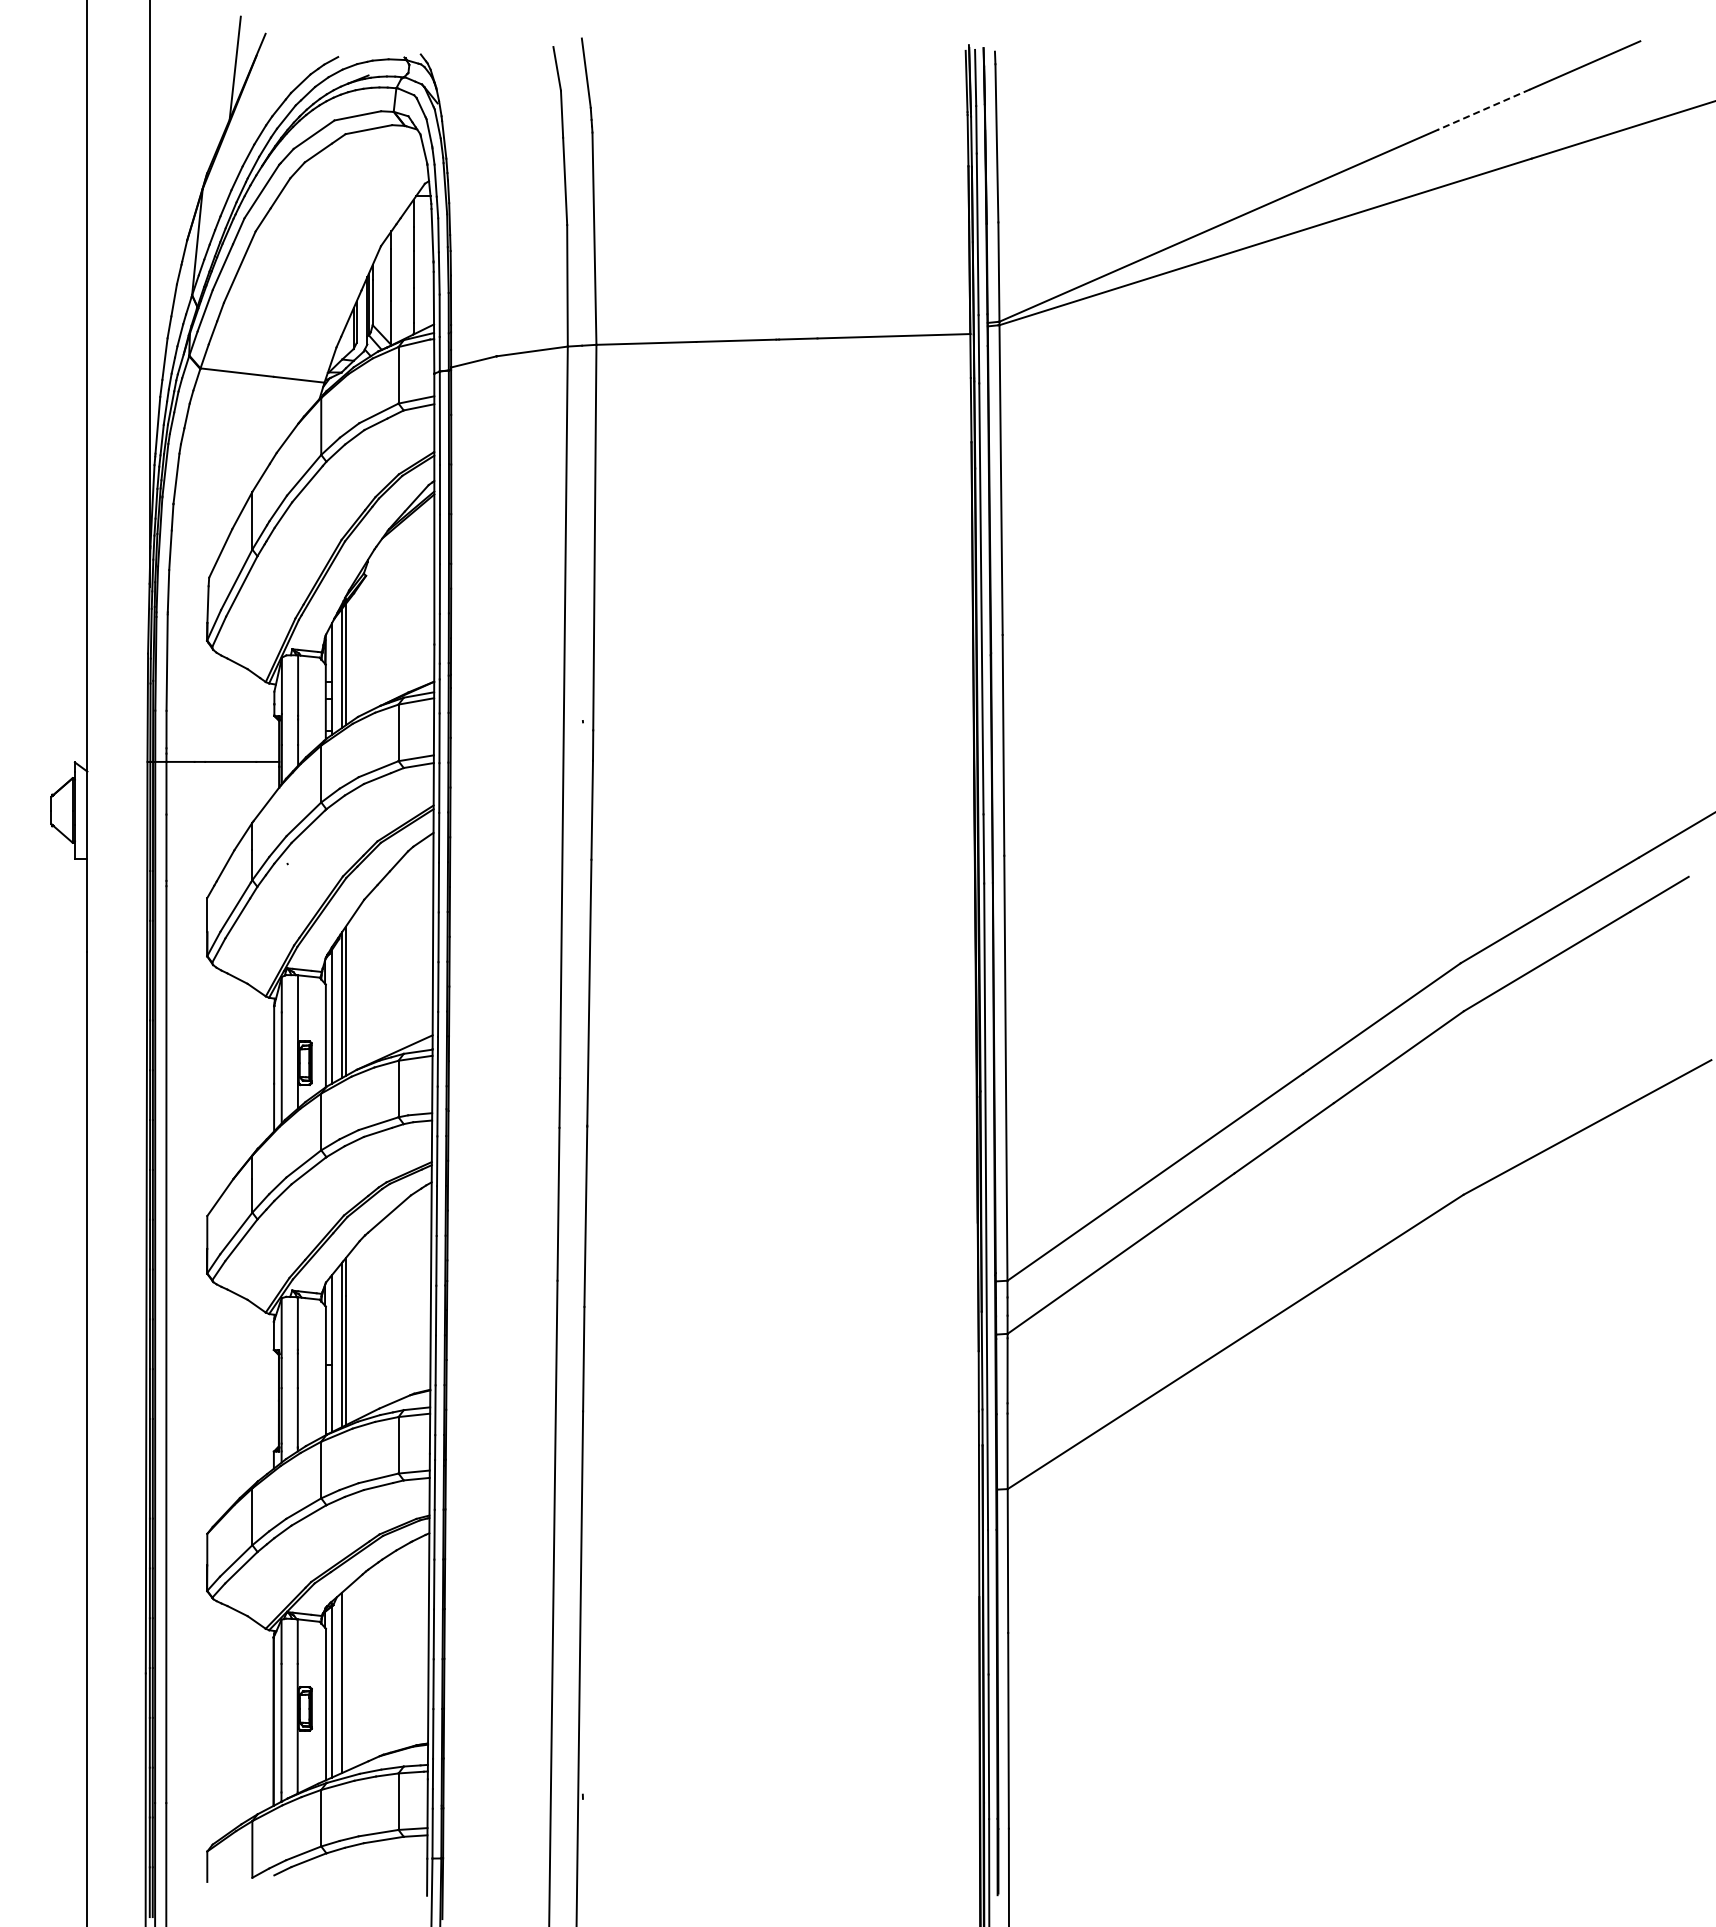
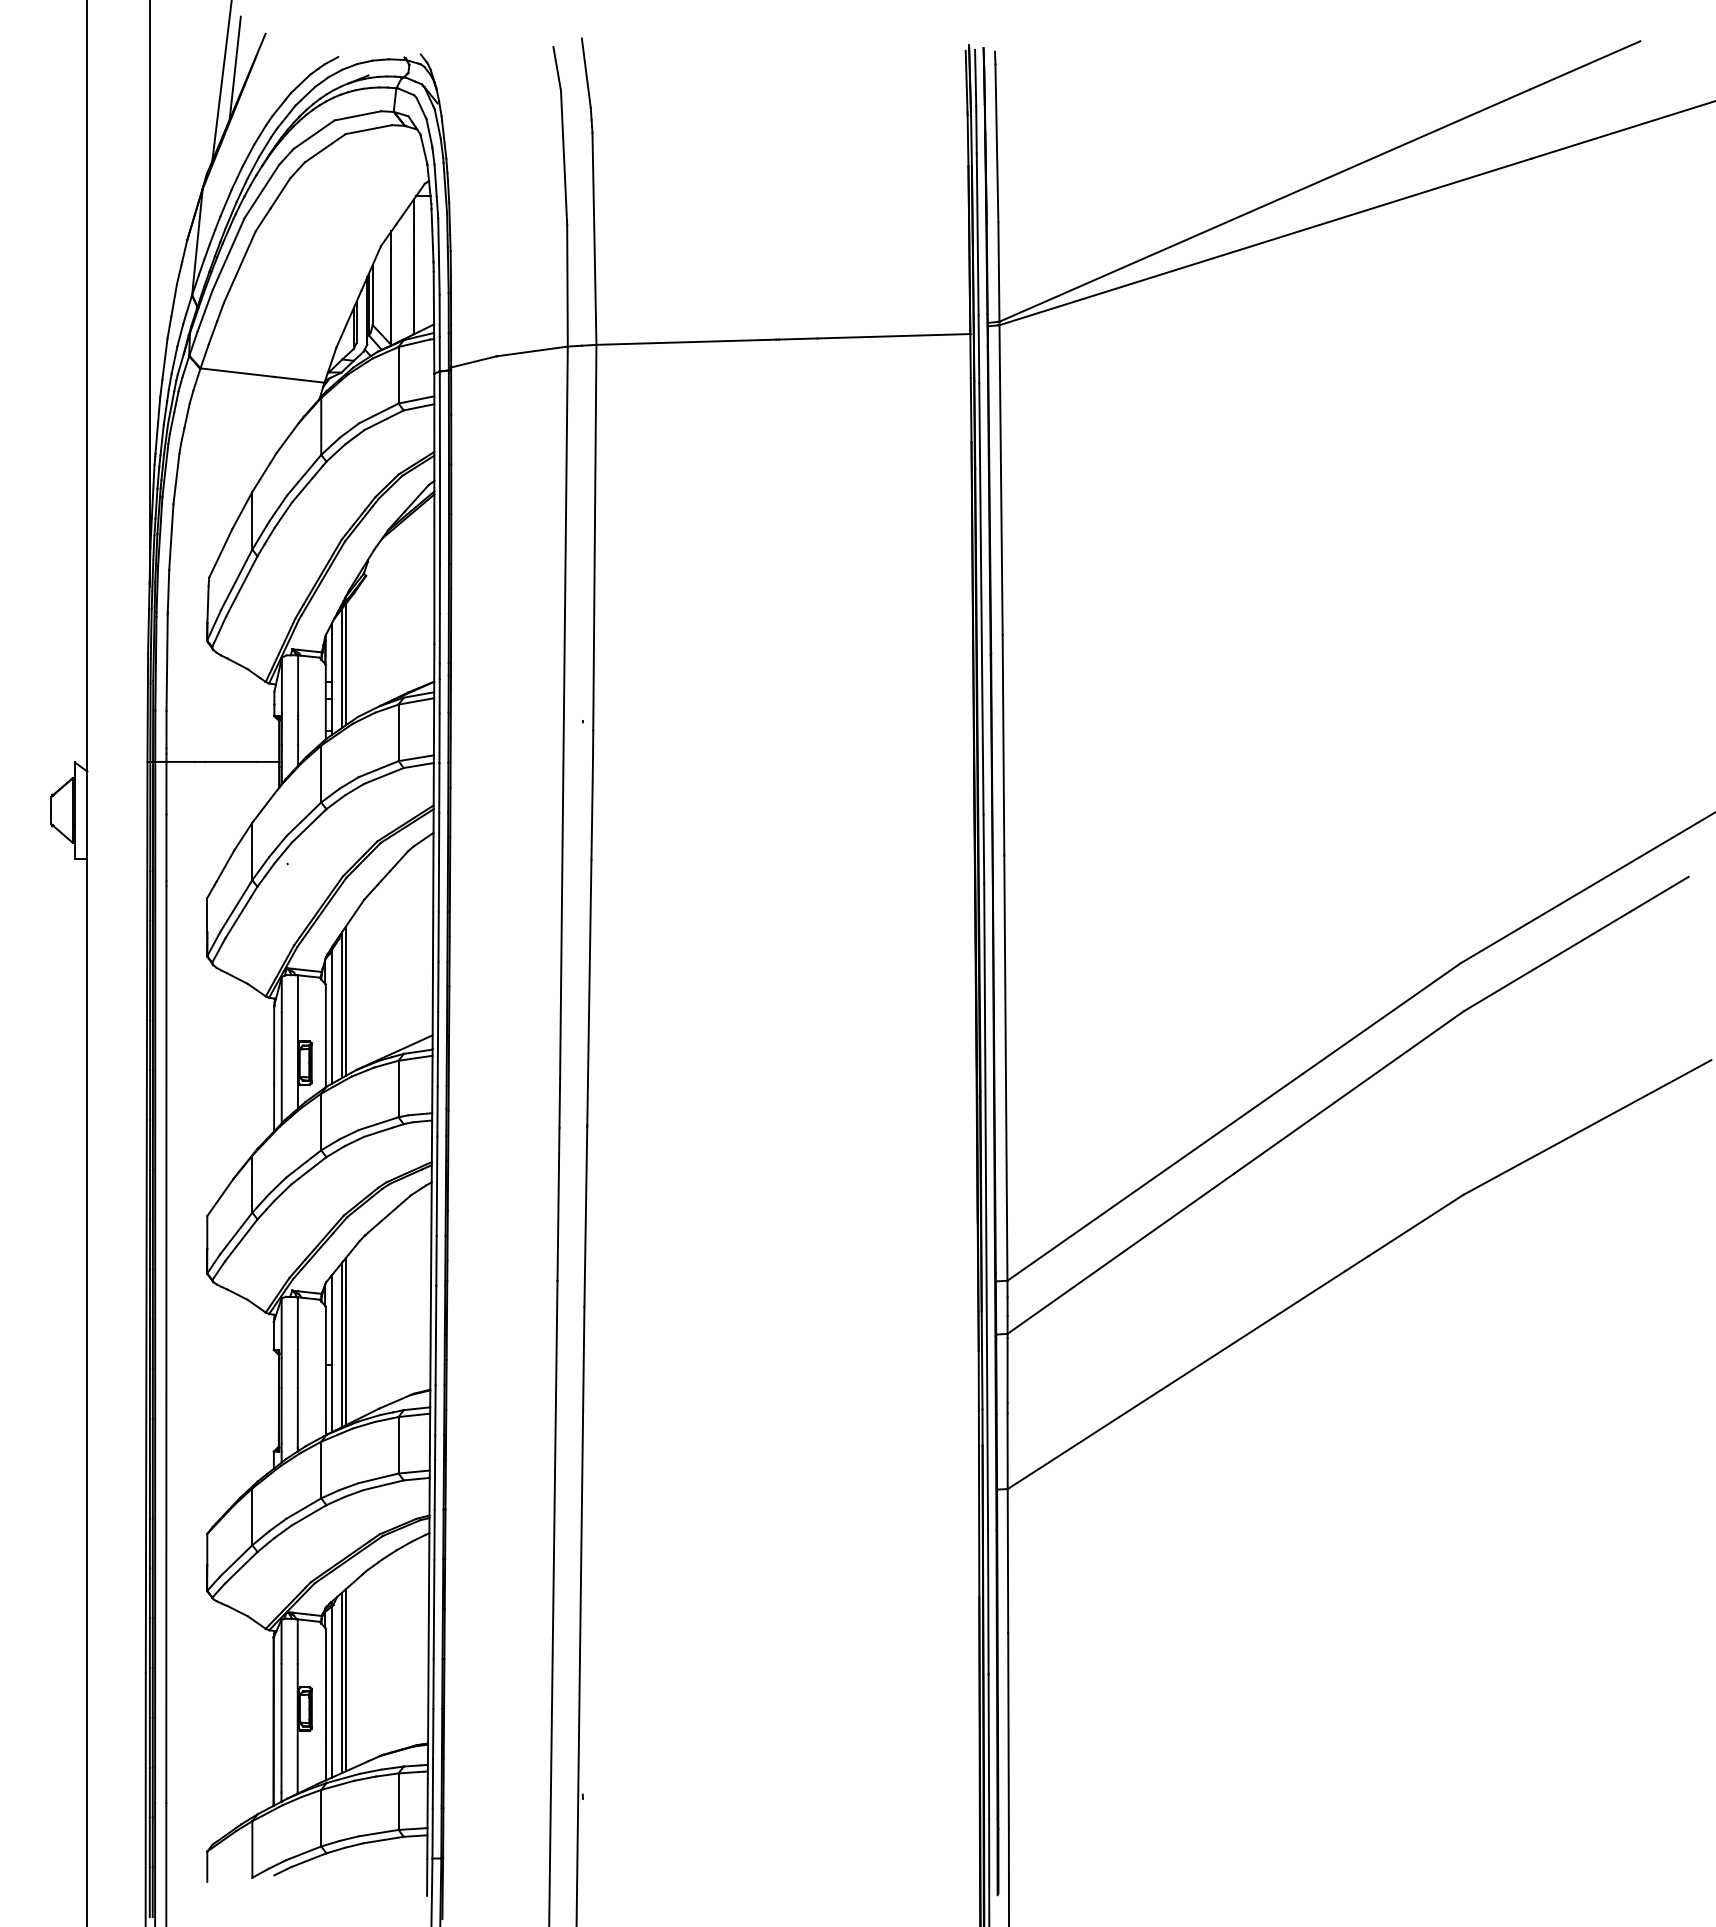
line at (221, 81): none -> present
line at (1483, 109): dashed -> solid
line at (345, 1680): none -> present
